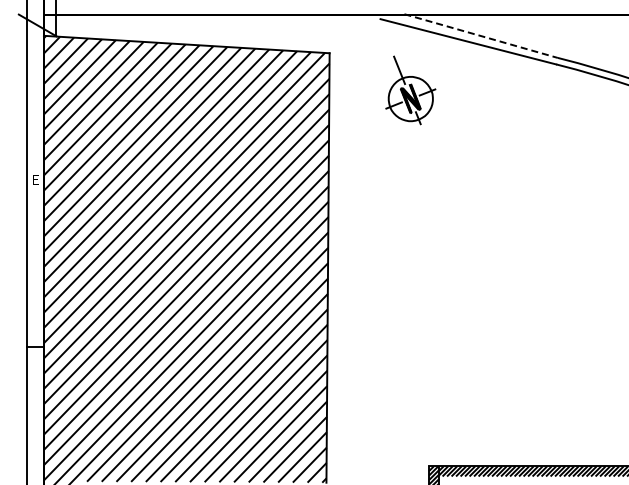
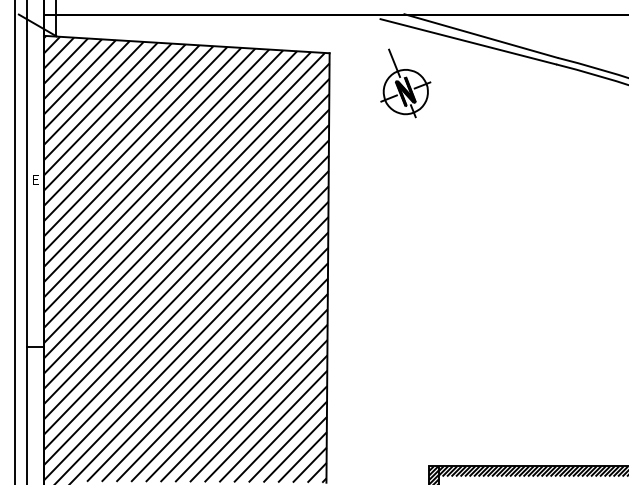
line at (481, 36): dashed -> solid
part at (410, 90) position: (410, 90) -> (405, 83)
line at (15, 241): none -> present
